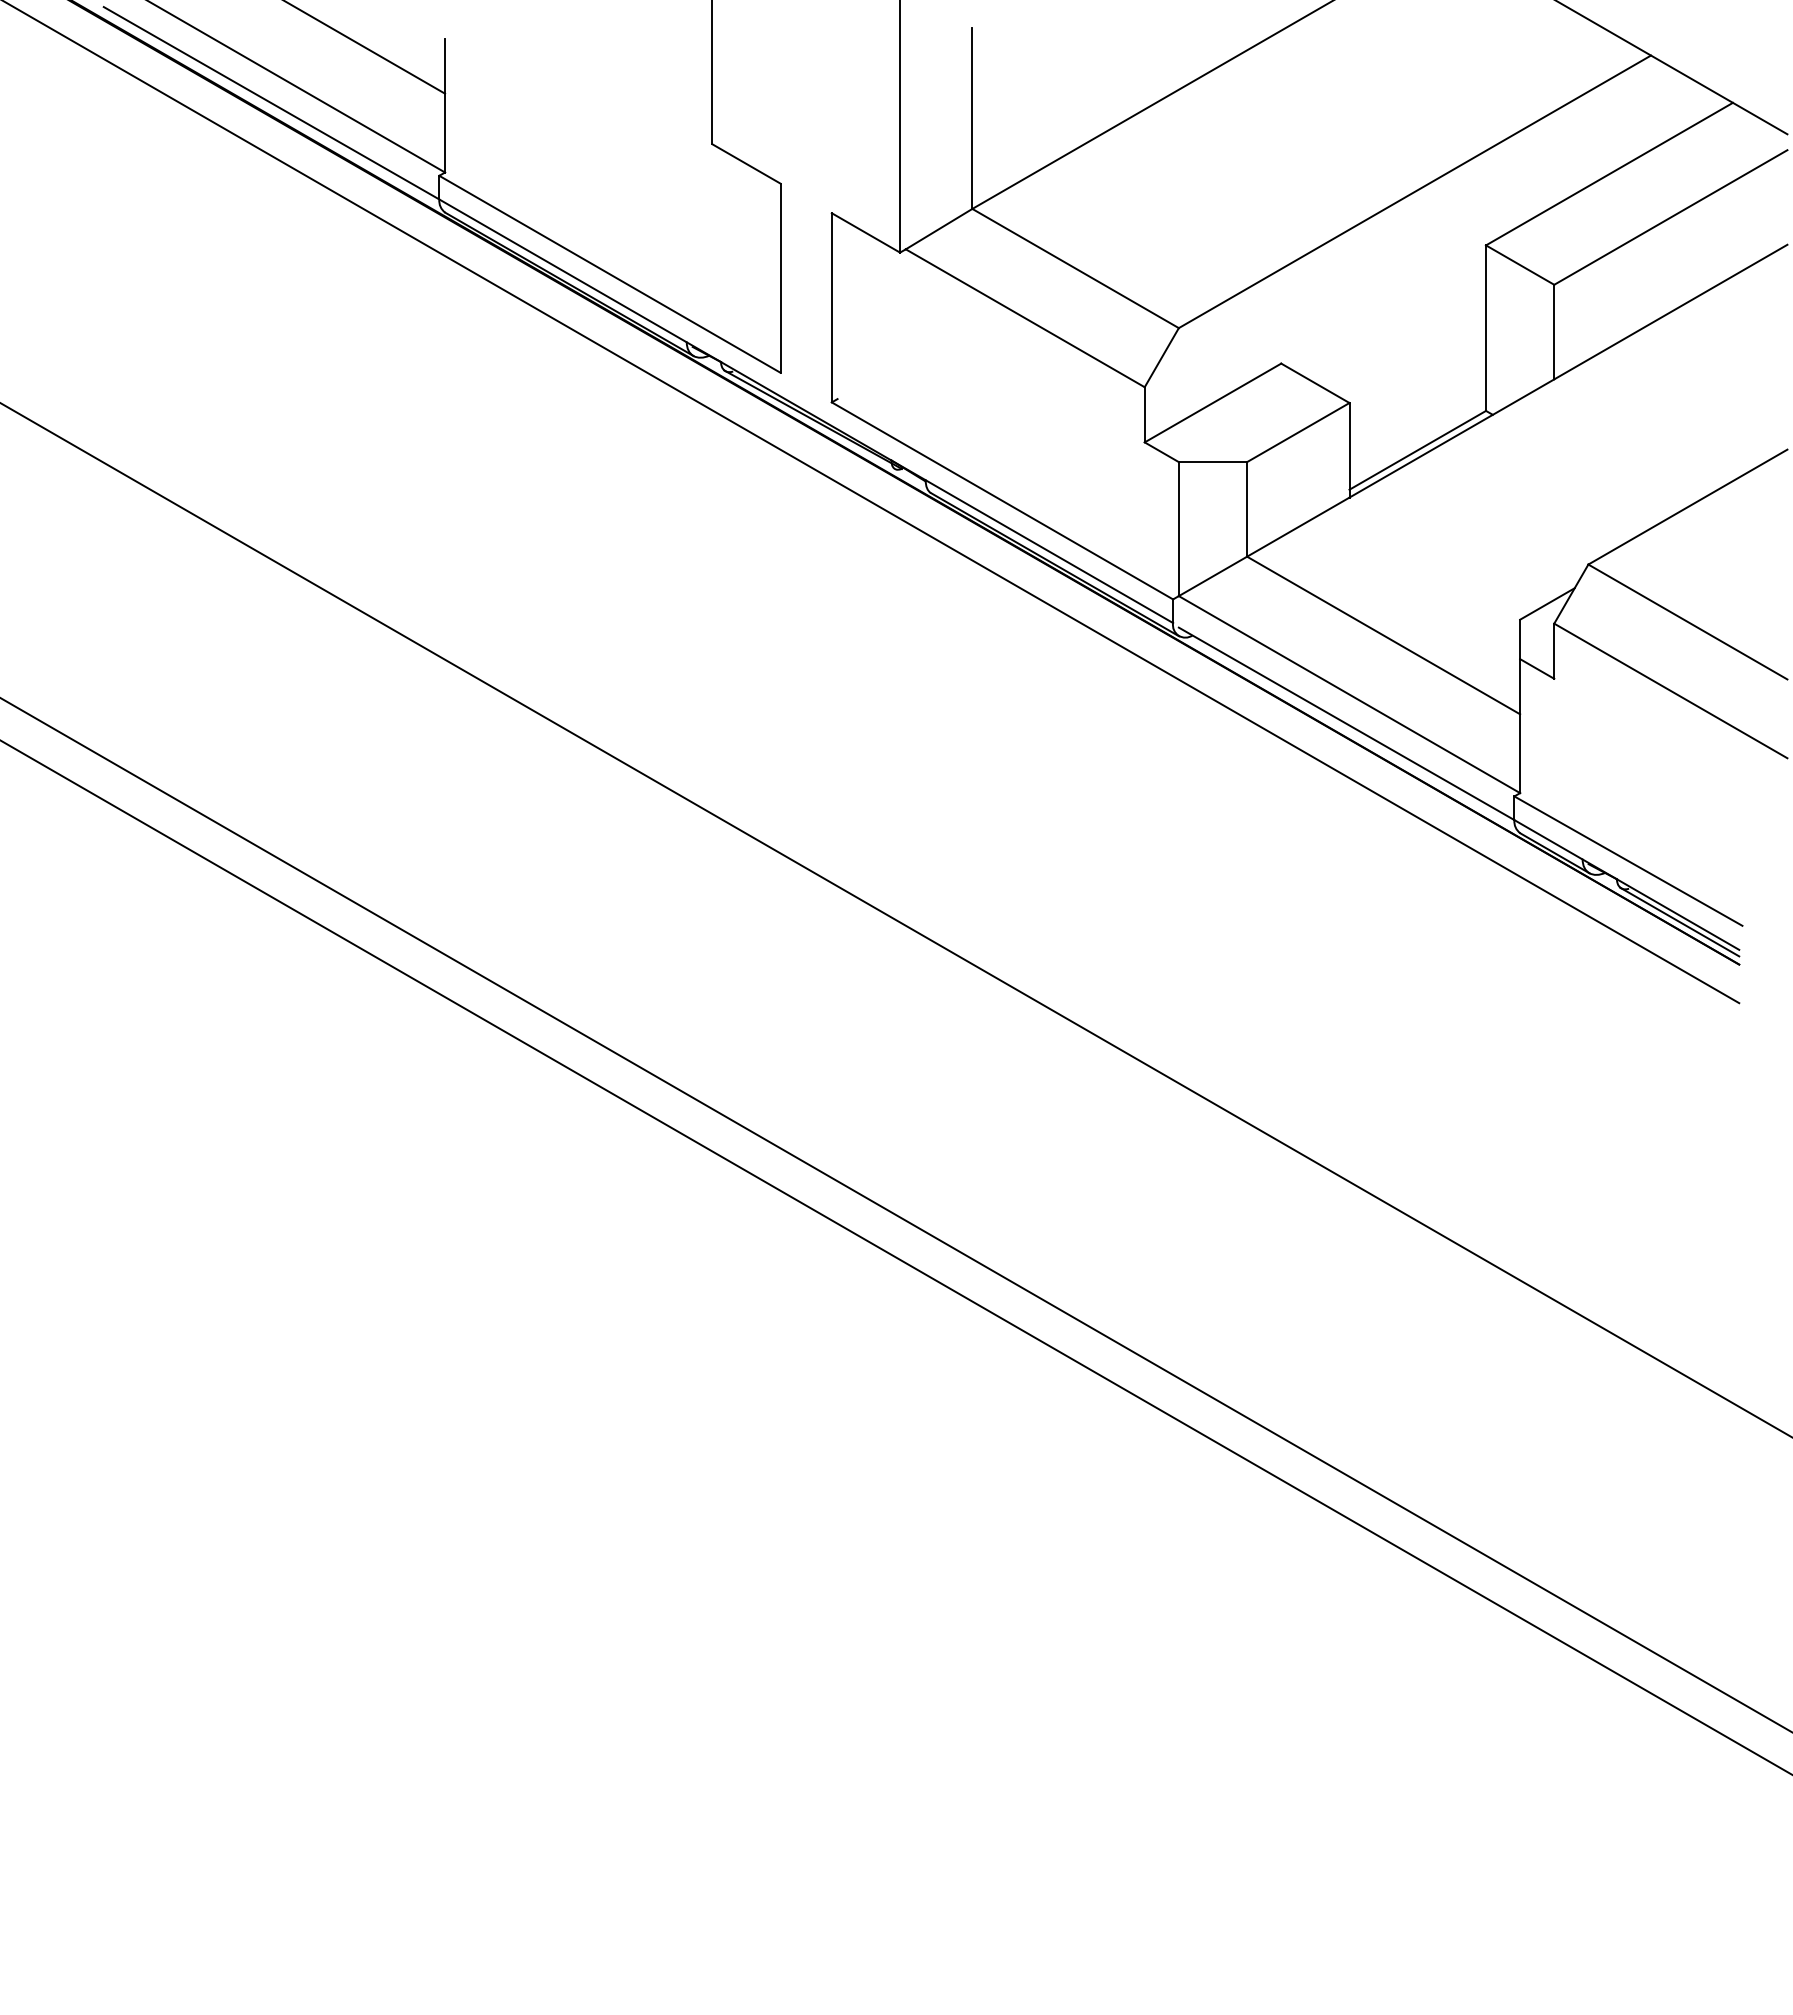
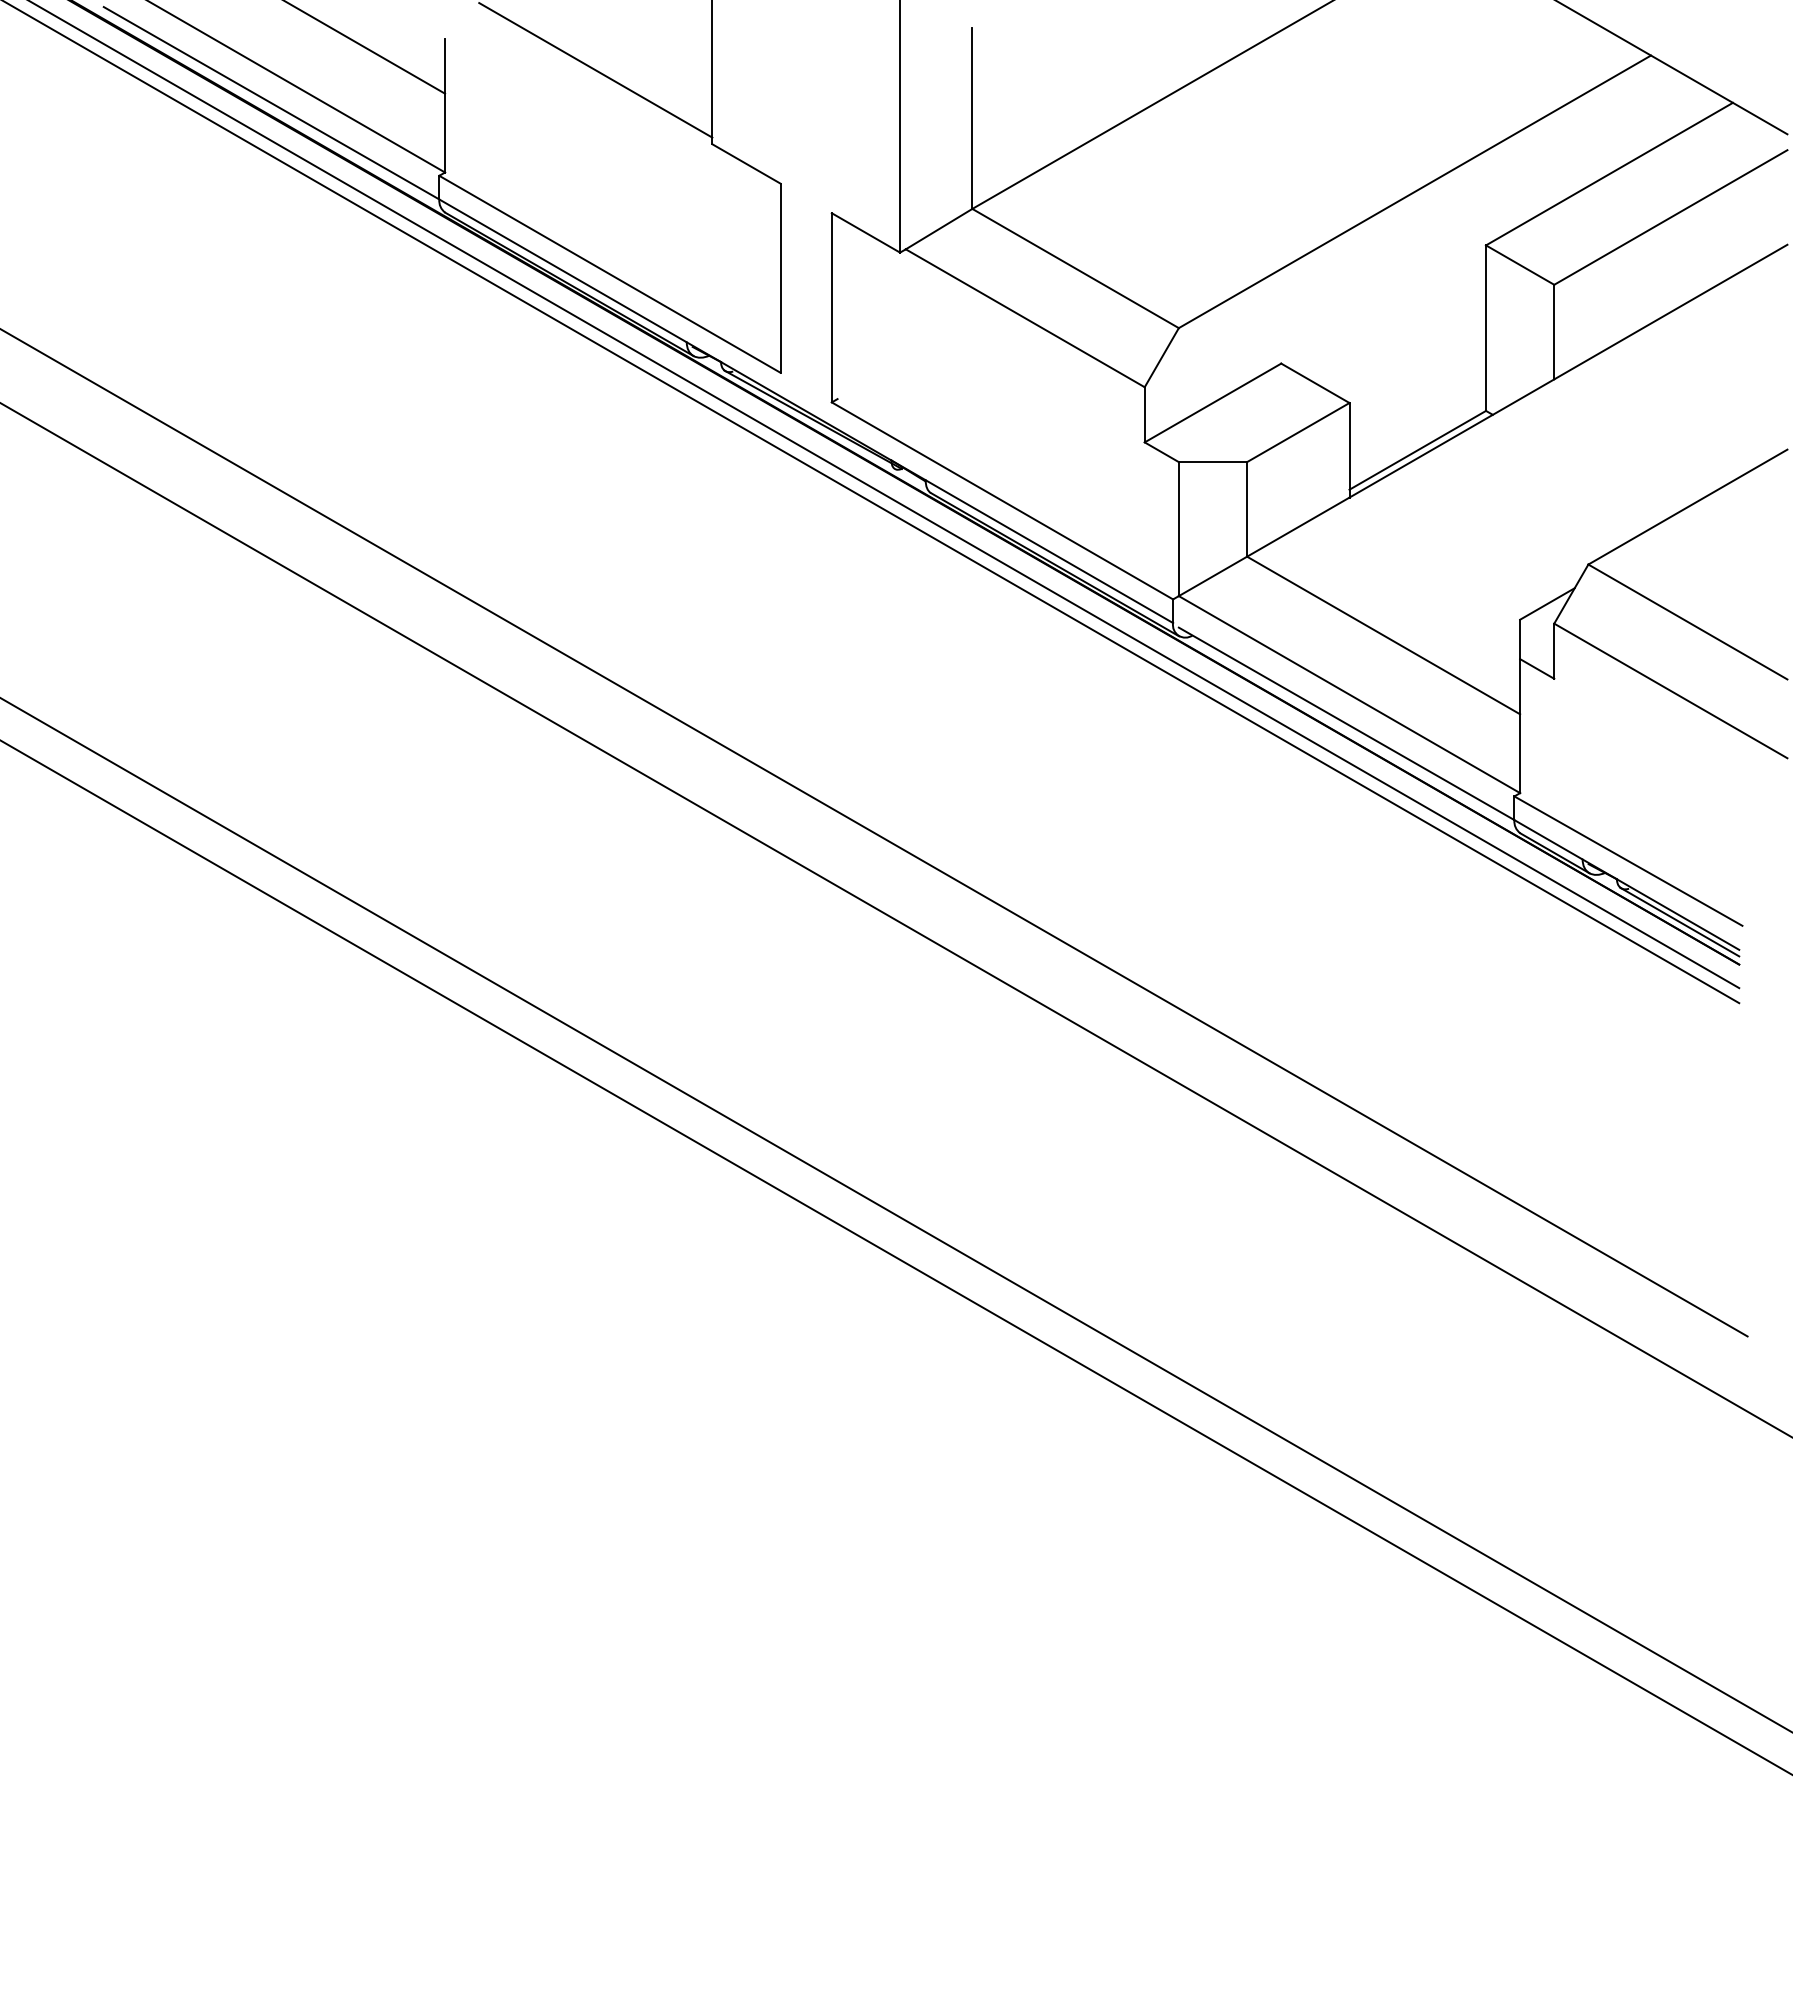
line at (595, 70): none -> present
line at (885, 495): none -> present
line at (874, 833): none -> present
